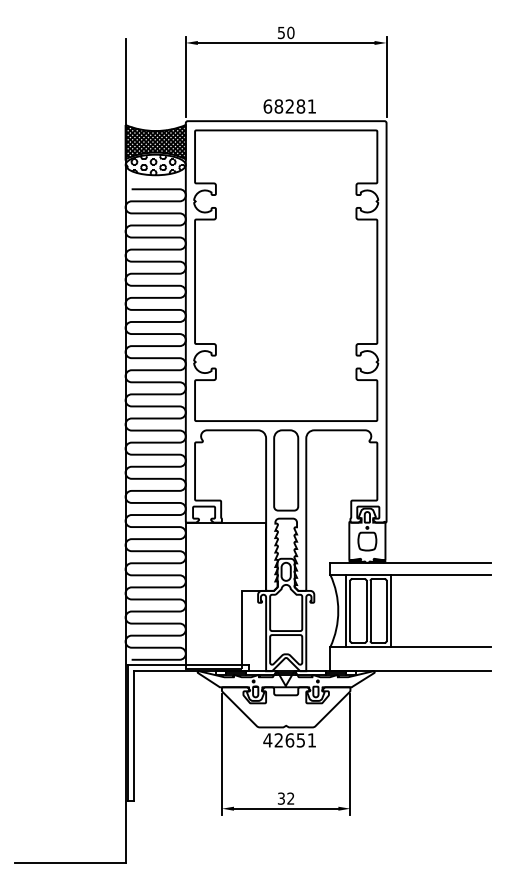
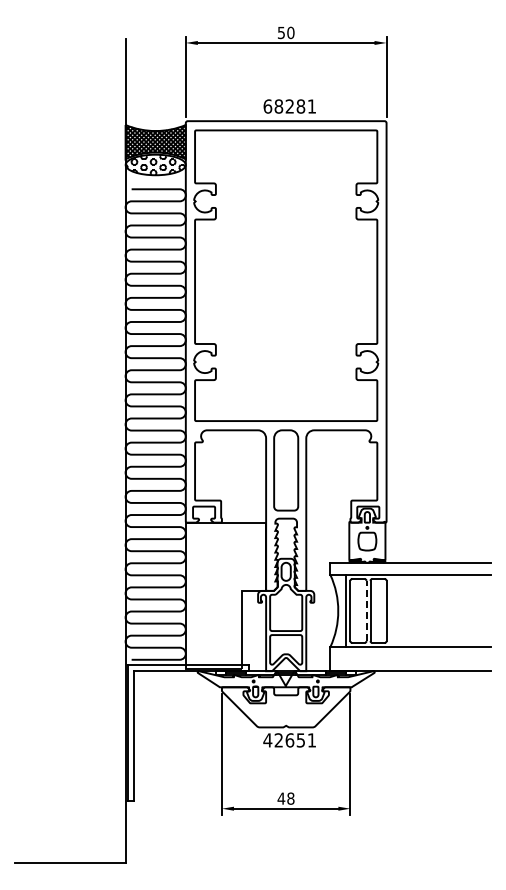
line at (366, 610): solid -> dashed
line at (390, 610): present -> none
text at (285, 798): 32 -> 48
